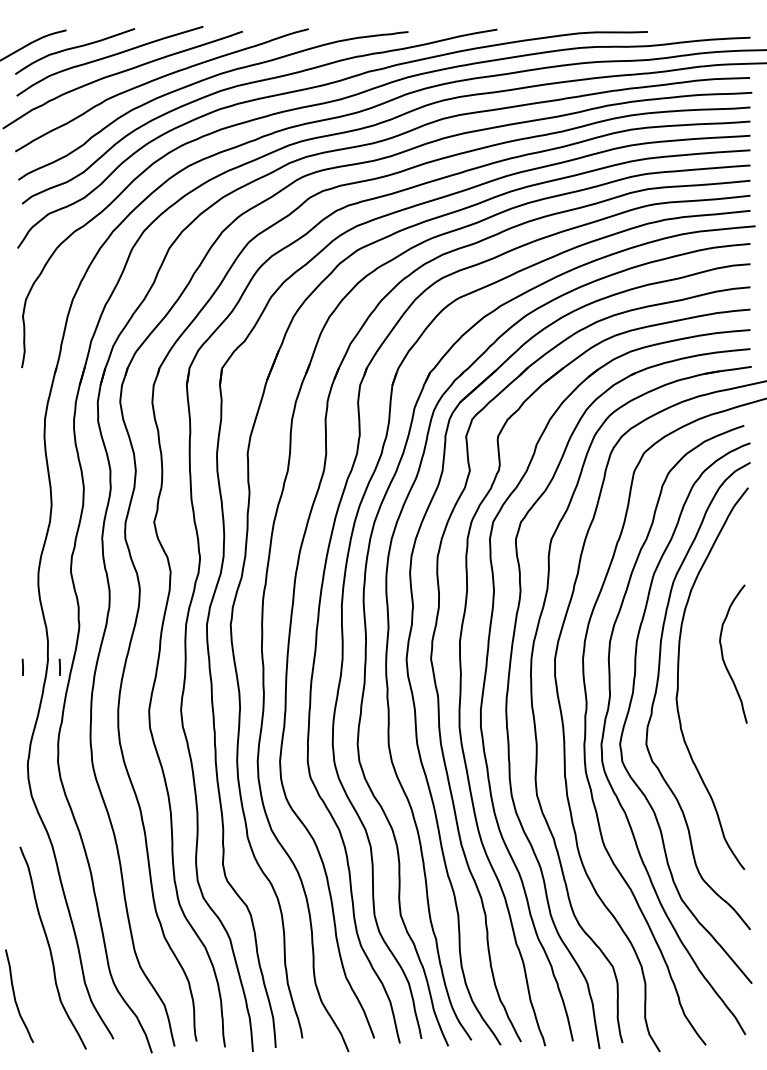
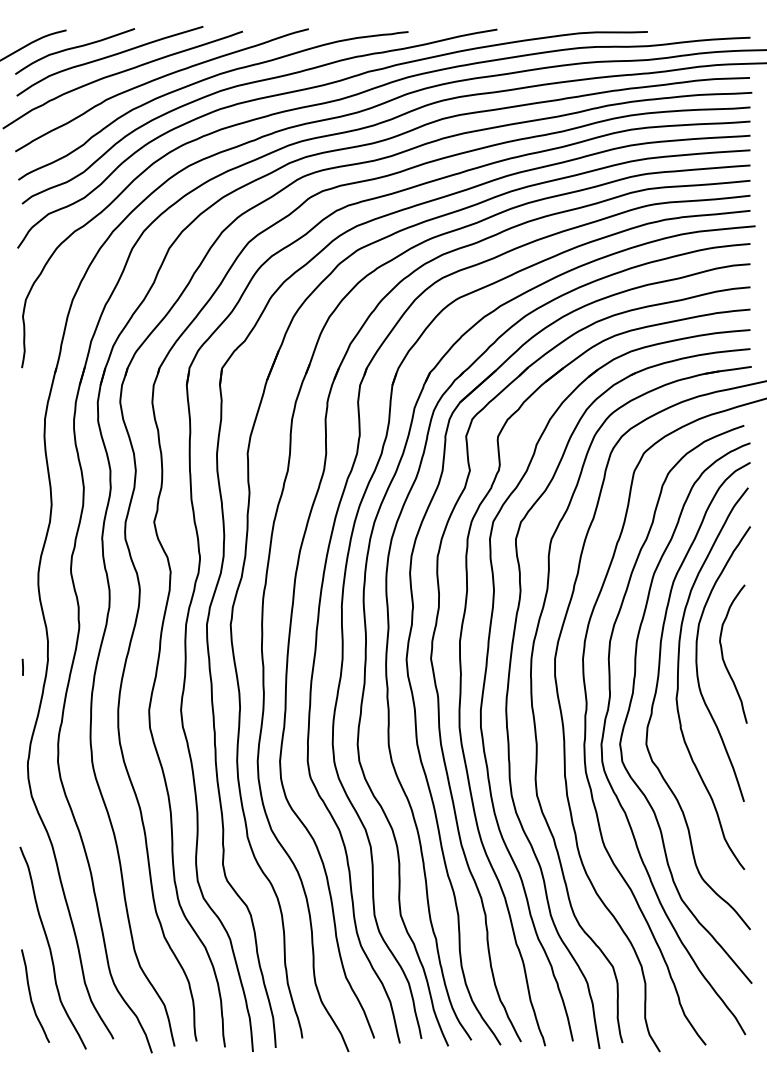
curve at (697, 663): none -> present
line at (59, 666): present -> none
curve at (15, 995) position: (15, 995) -> (31, 995)
